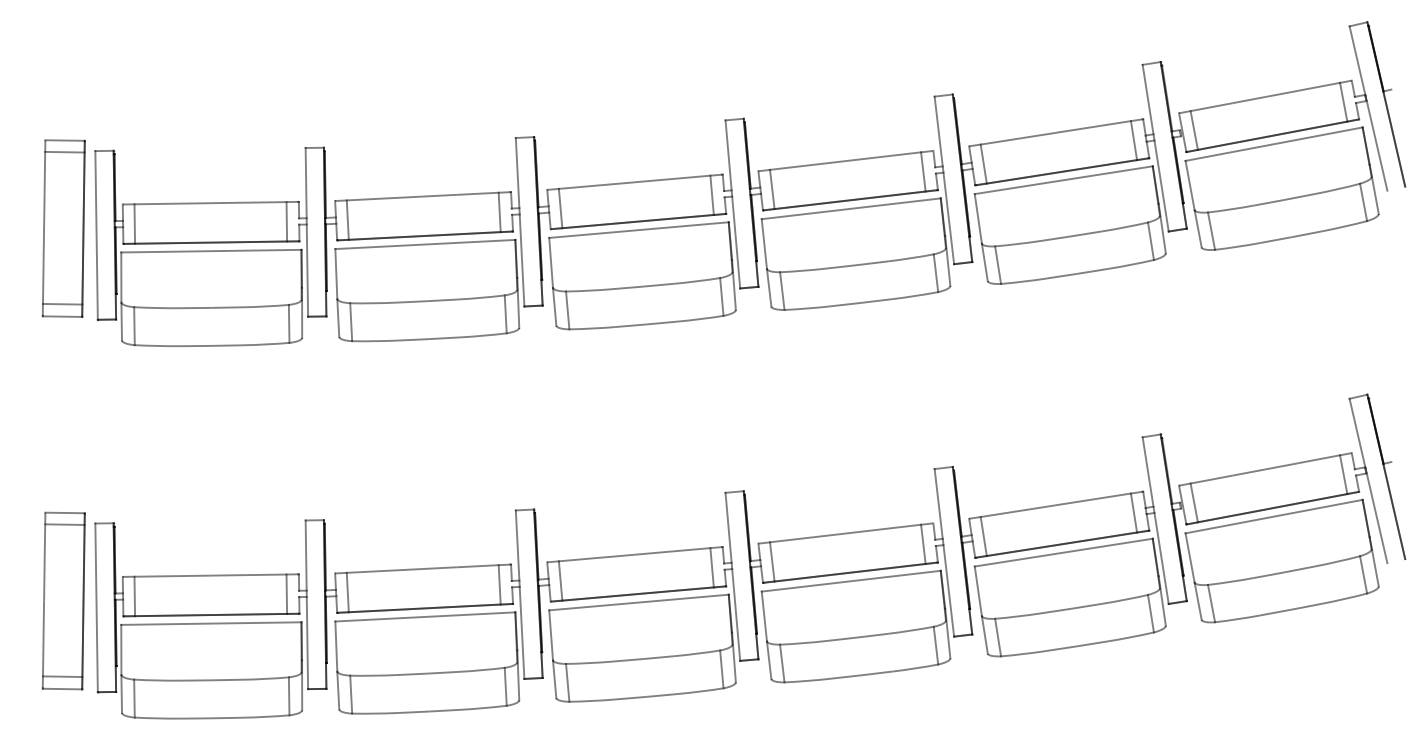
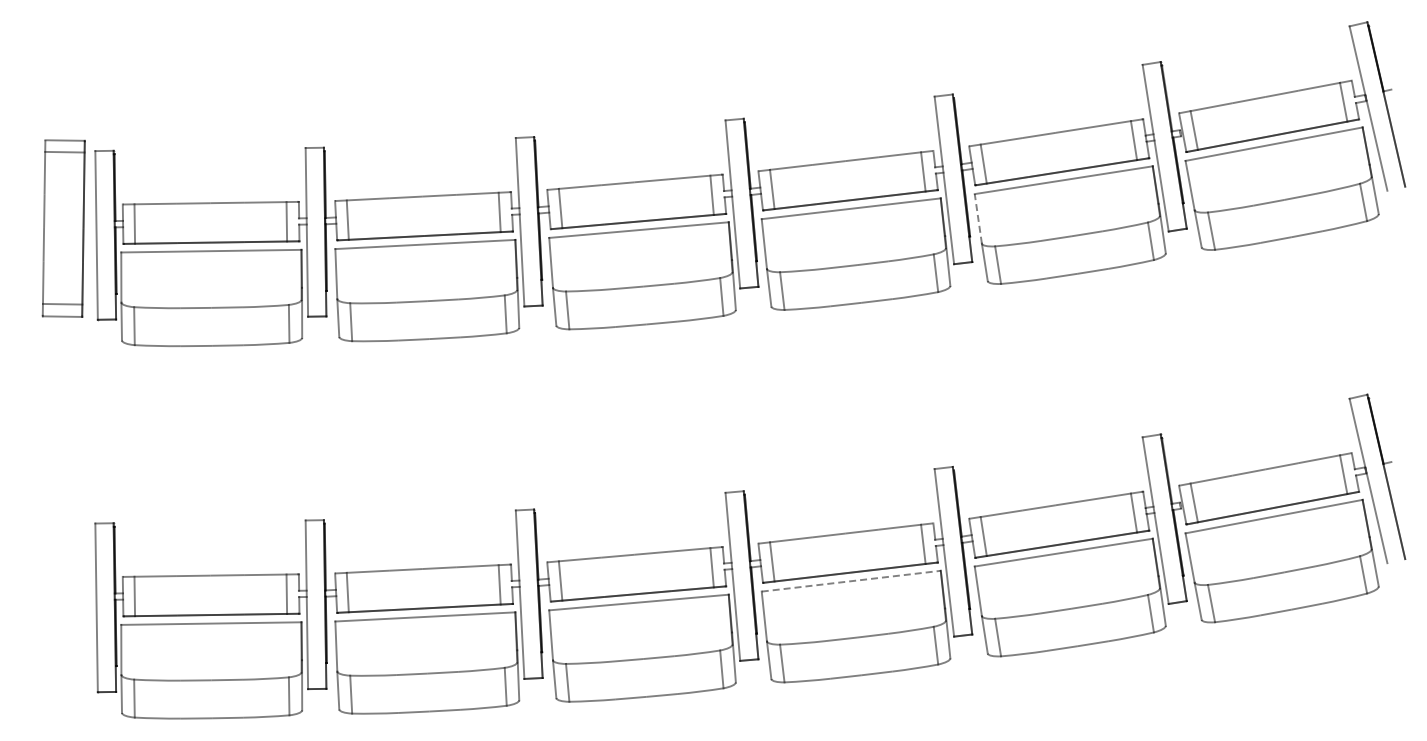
line at (978, 218): solid -> dashed
line at (851, 581): solid -> dashed
part at (63, 600): present -> none
